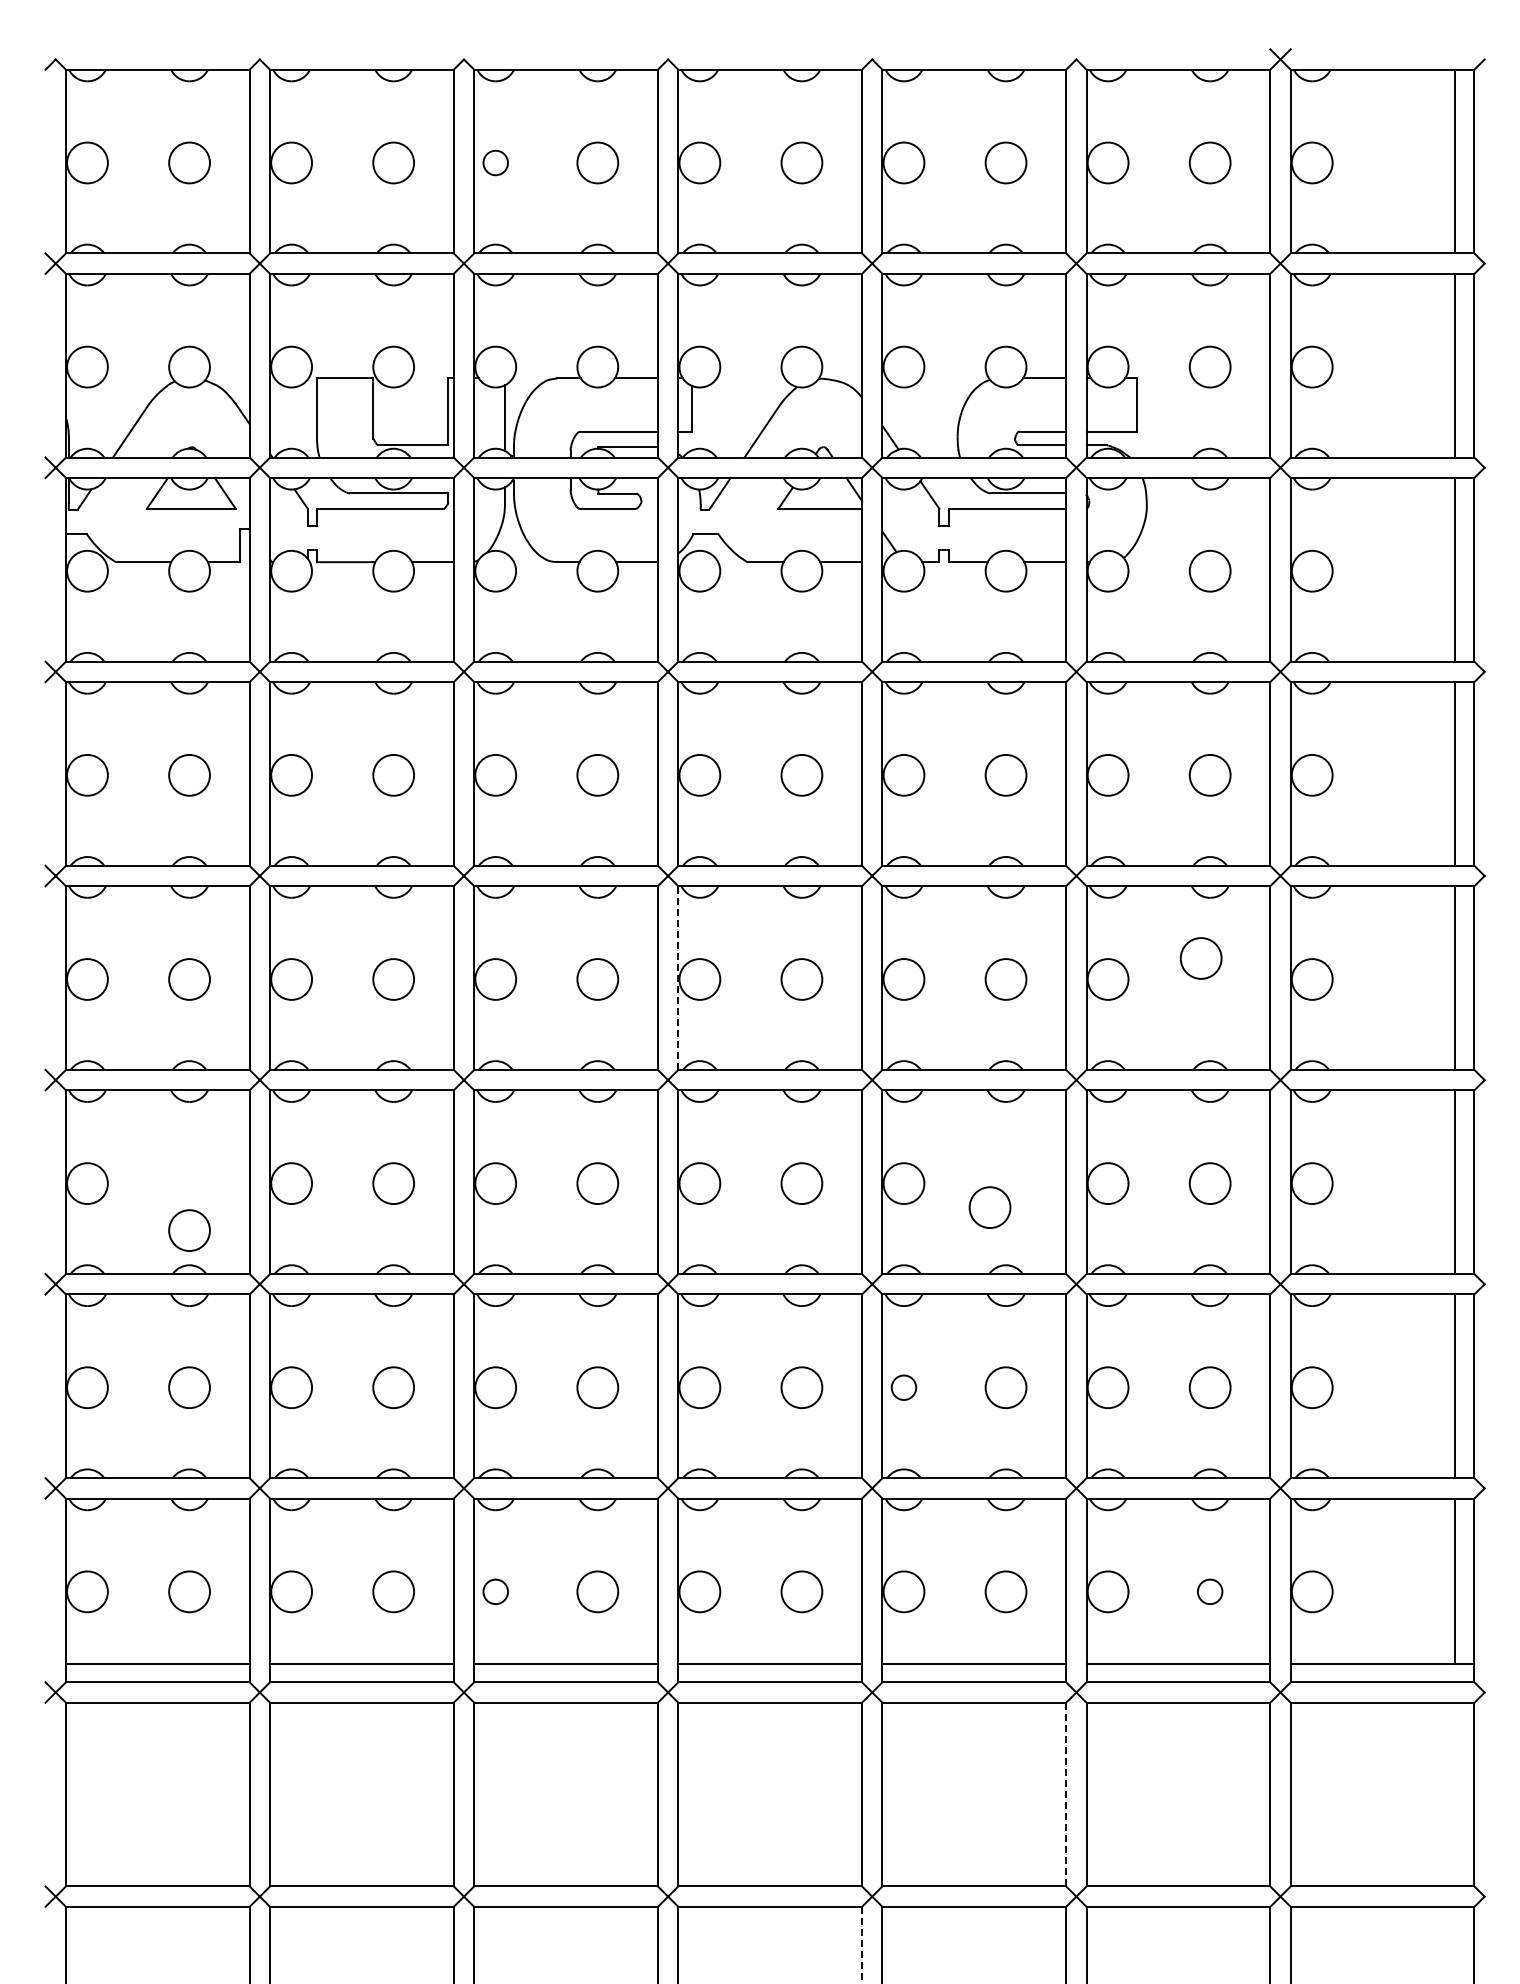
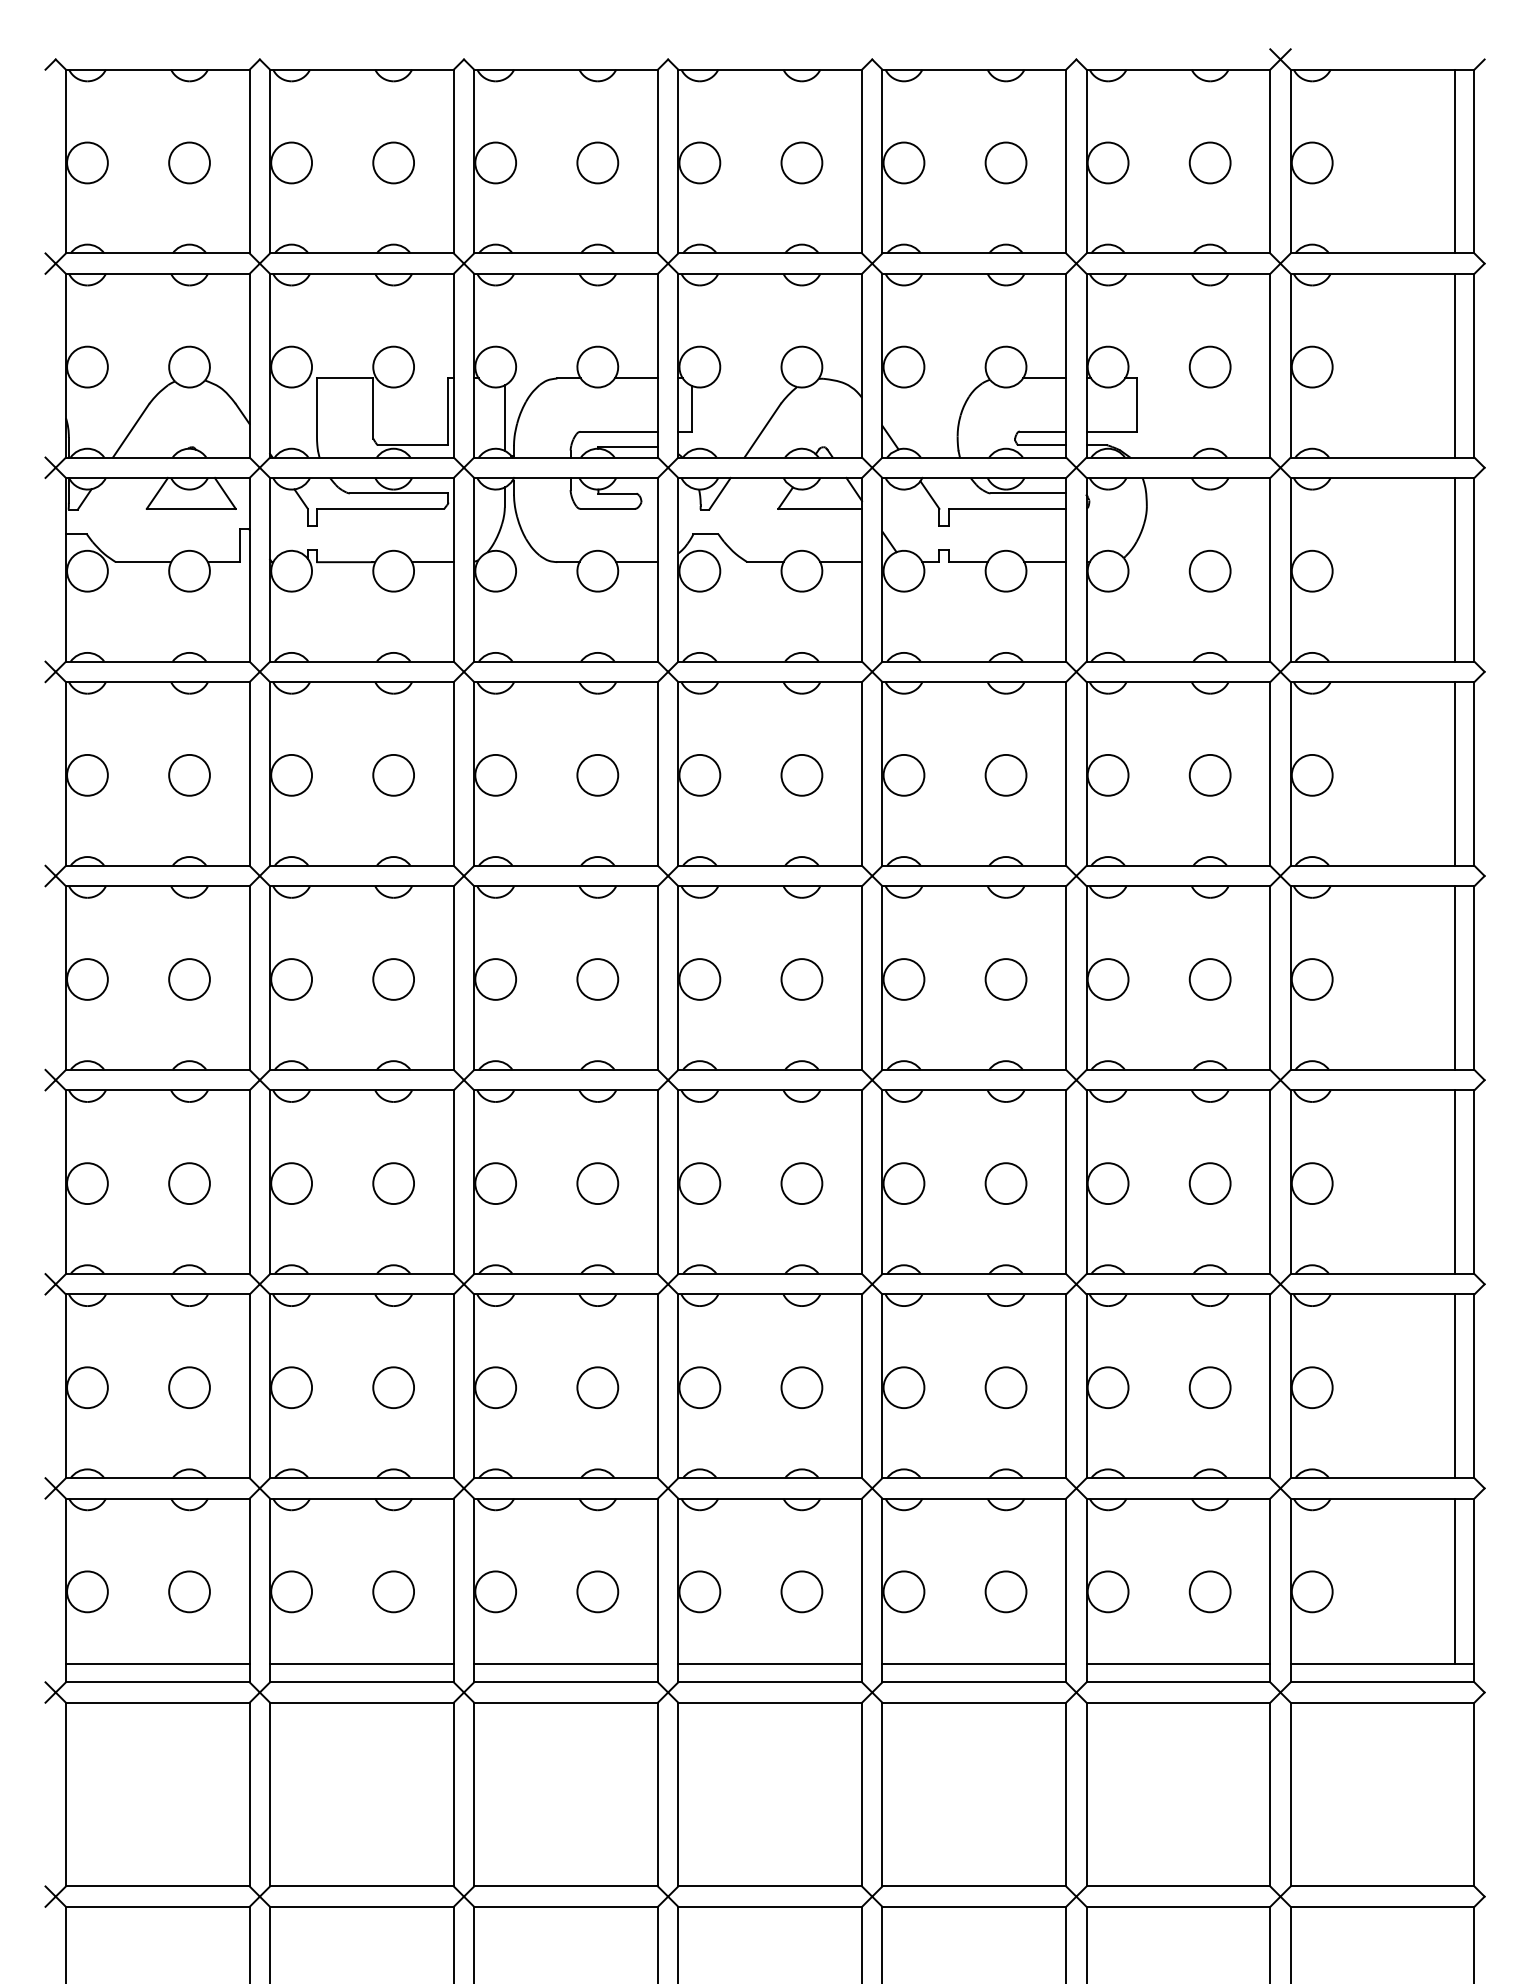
circle at (495, 162) diameter: 24 px -> 41 px
circle at (1200, 958) position: (1200, 958) -> (1209, 979)
line at (678, 978): dashed -> solid
circle at (989, 1207) position: (989, 1207) -> (1005, 1183)
circle at (189, 1230) position: (189, 1230) -> (189, 1183)
circle at (903, 1387) diameter: 24 px -> 41 px
circle at (495, 1591) diameter: 24 px -> 41 px
circle at (1209, 1591) diameter: 24 px -> 41 px
line at (1066, 1794): dashed -> solid
line at (862, 1945): dashed -> solid
